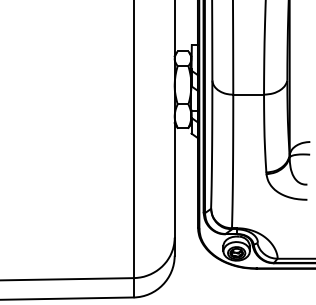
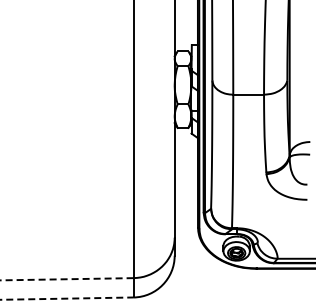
line at (66, 279): solid -> dashed
line at (66, 298): solid -> dashed
